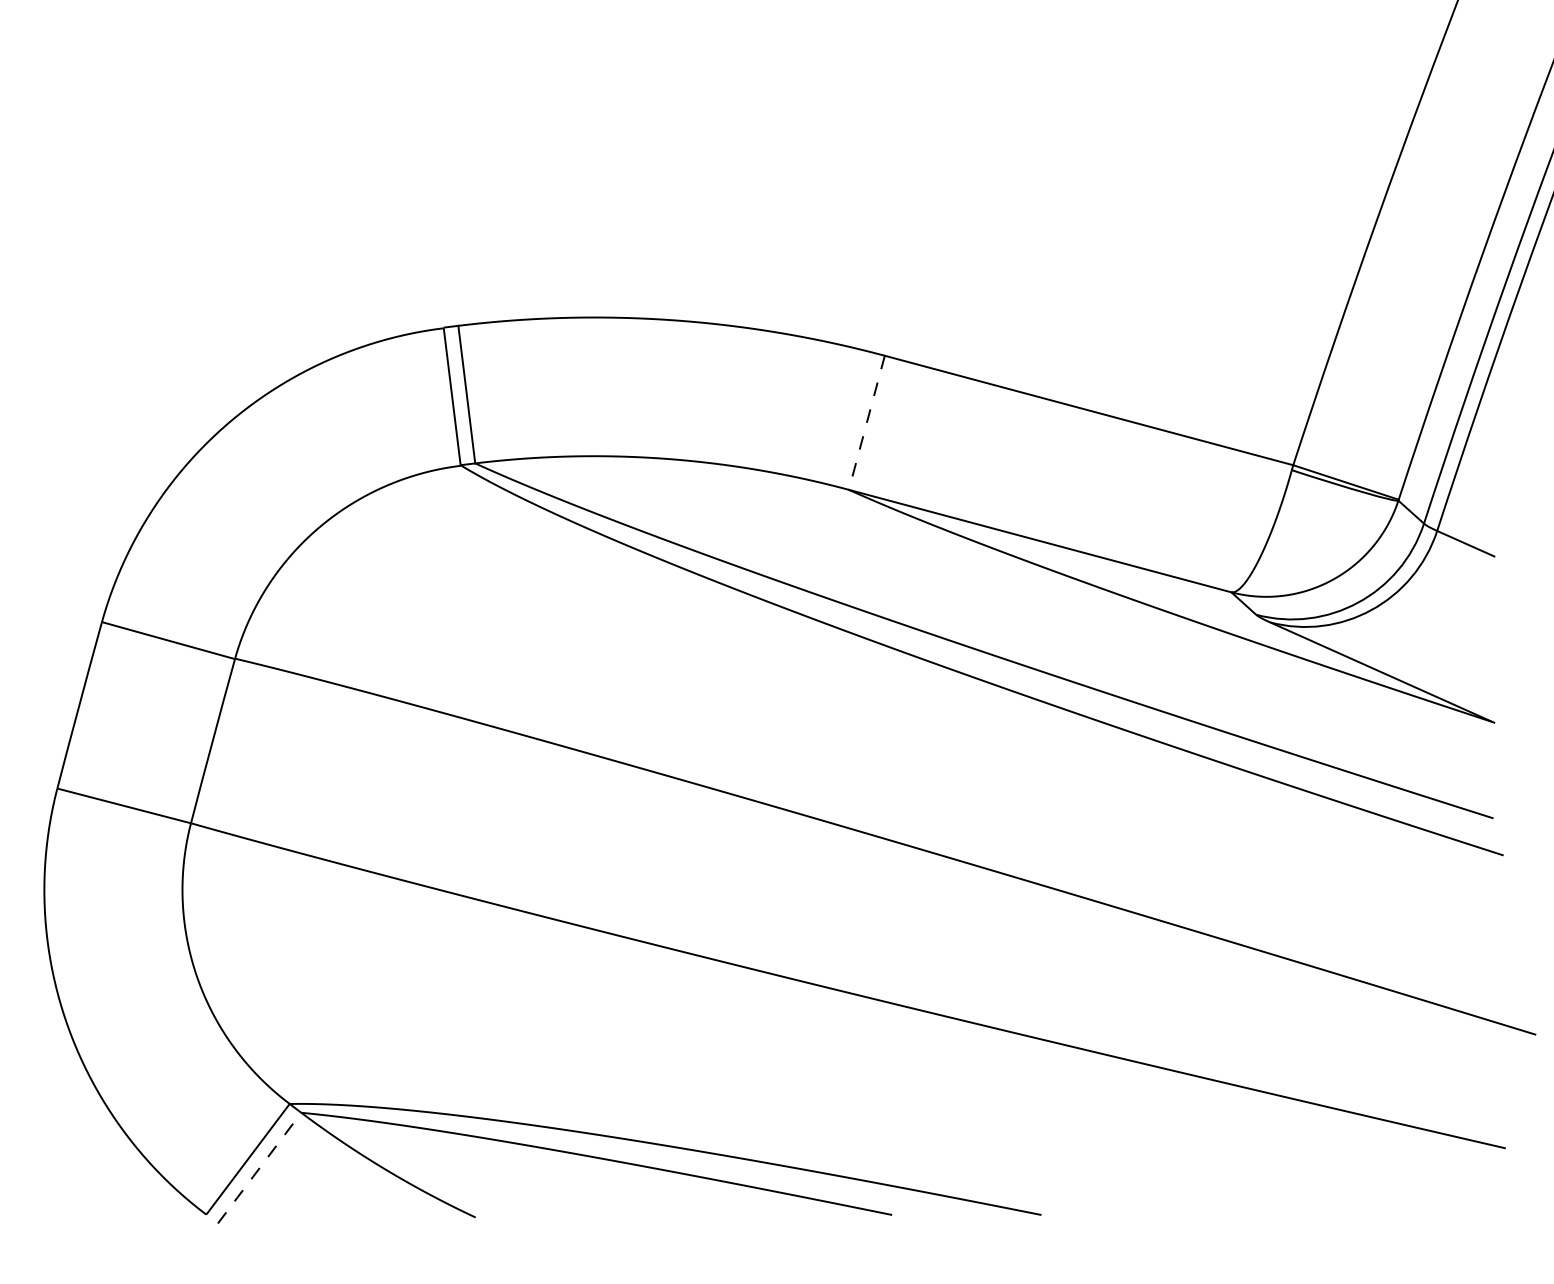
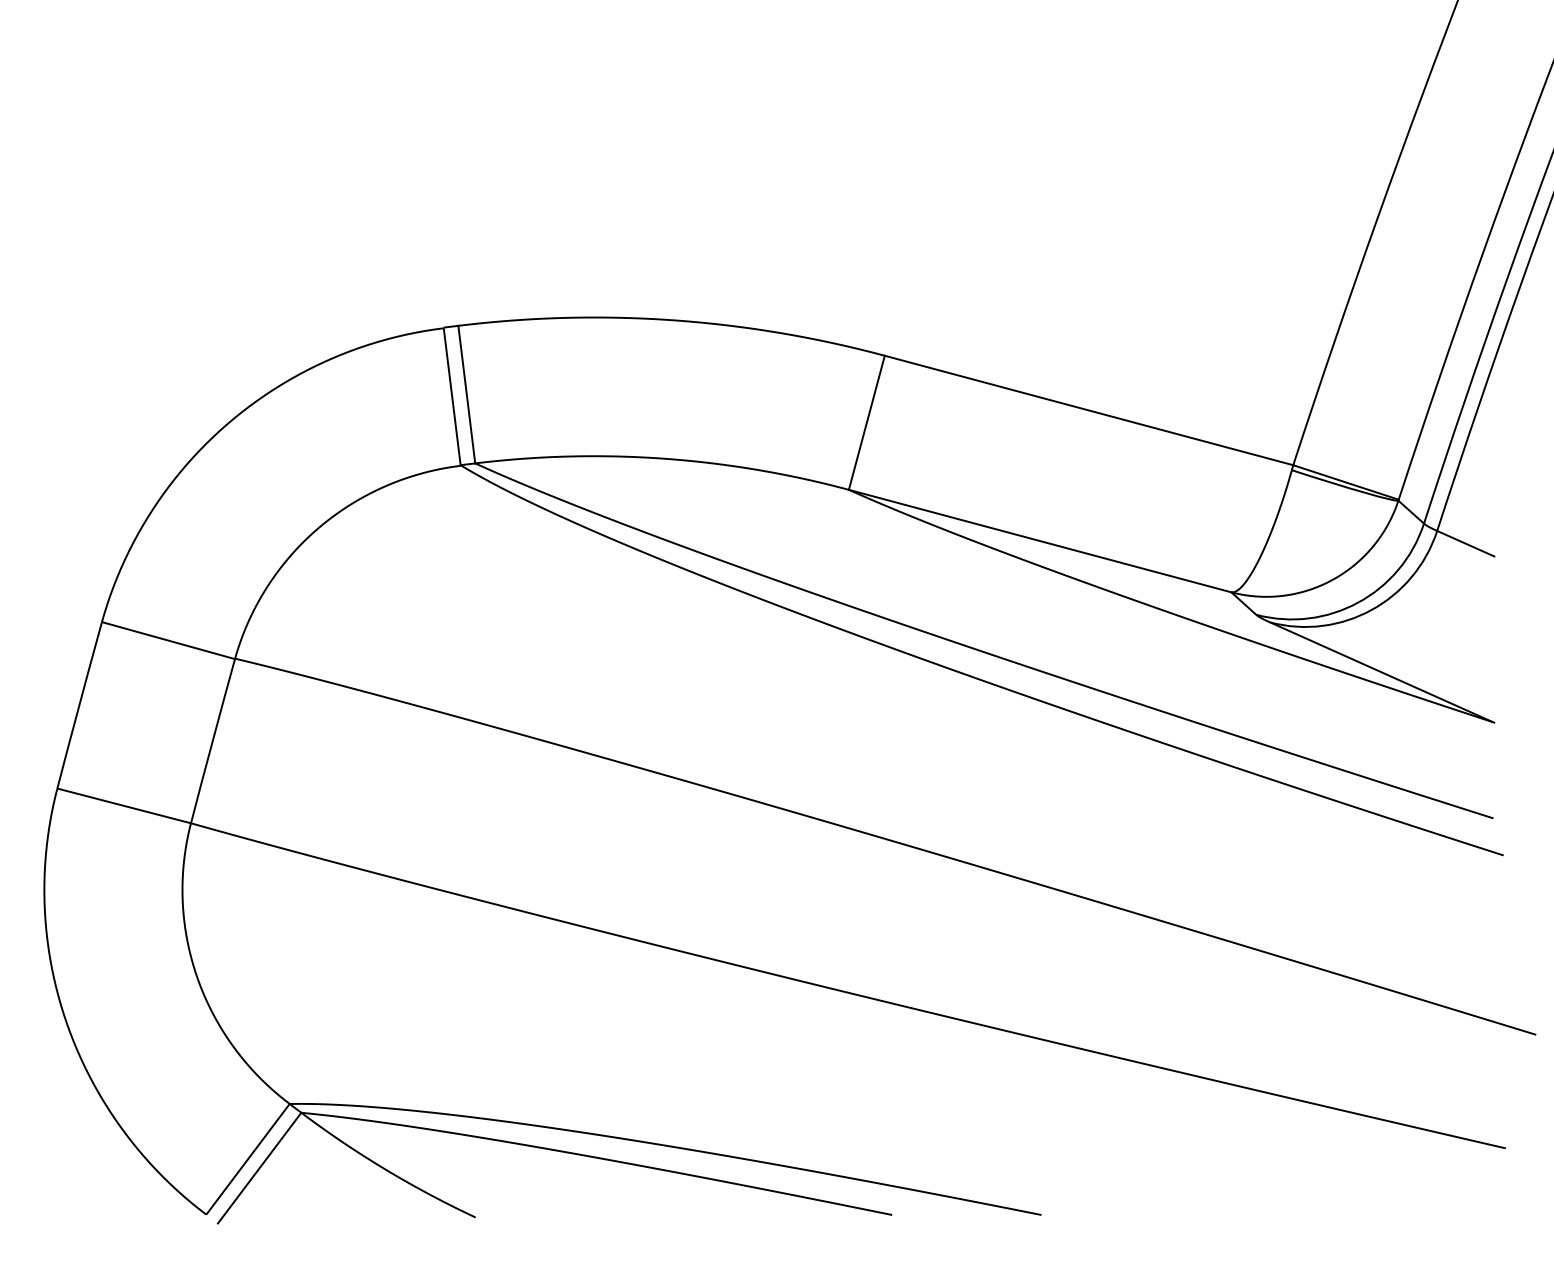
line at (866, 423): dashed -> solid
line at (259, 1167): dashed -> solid
